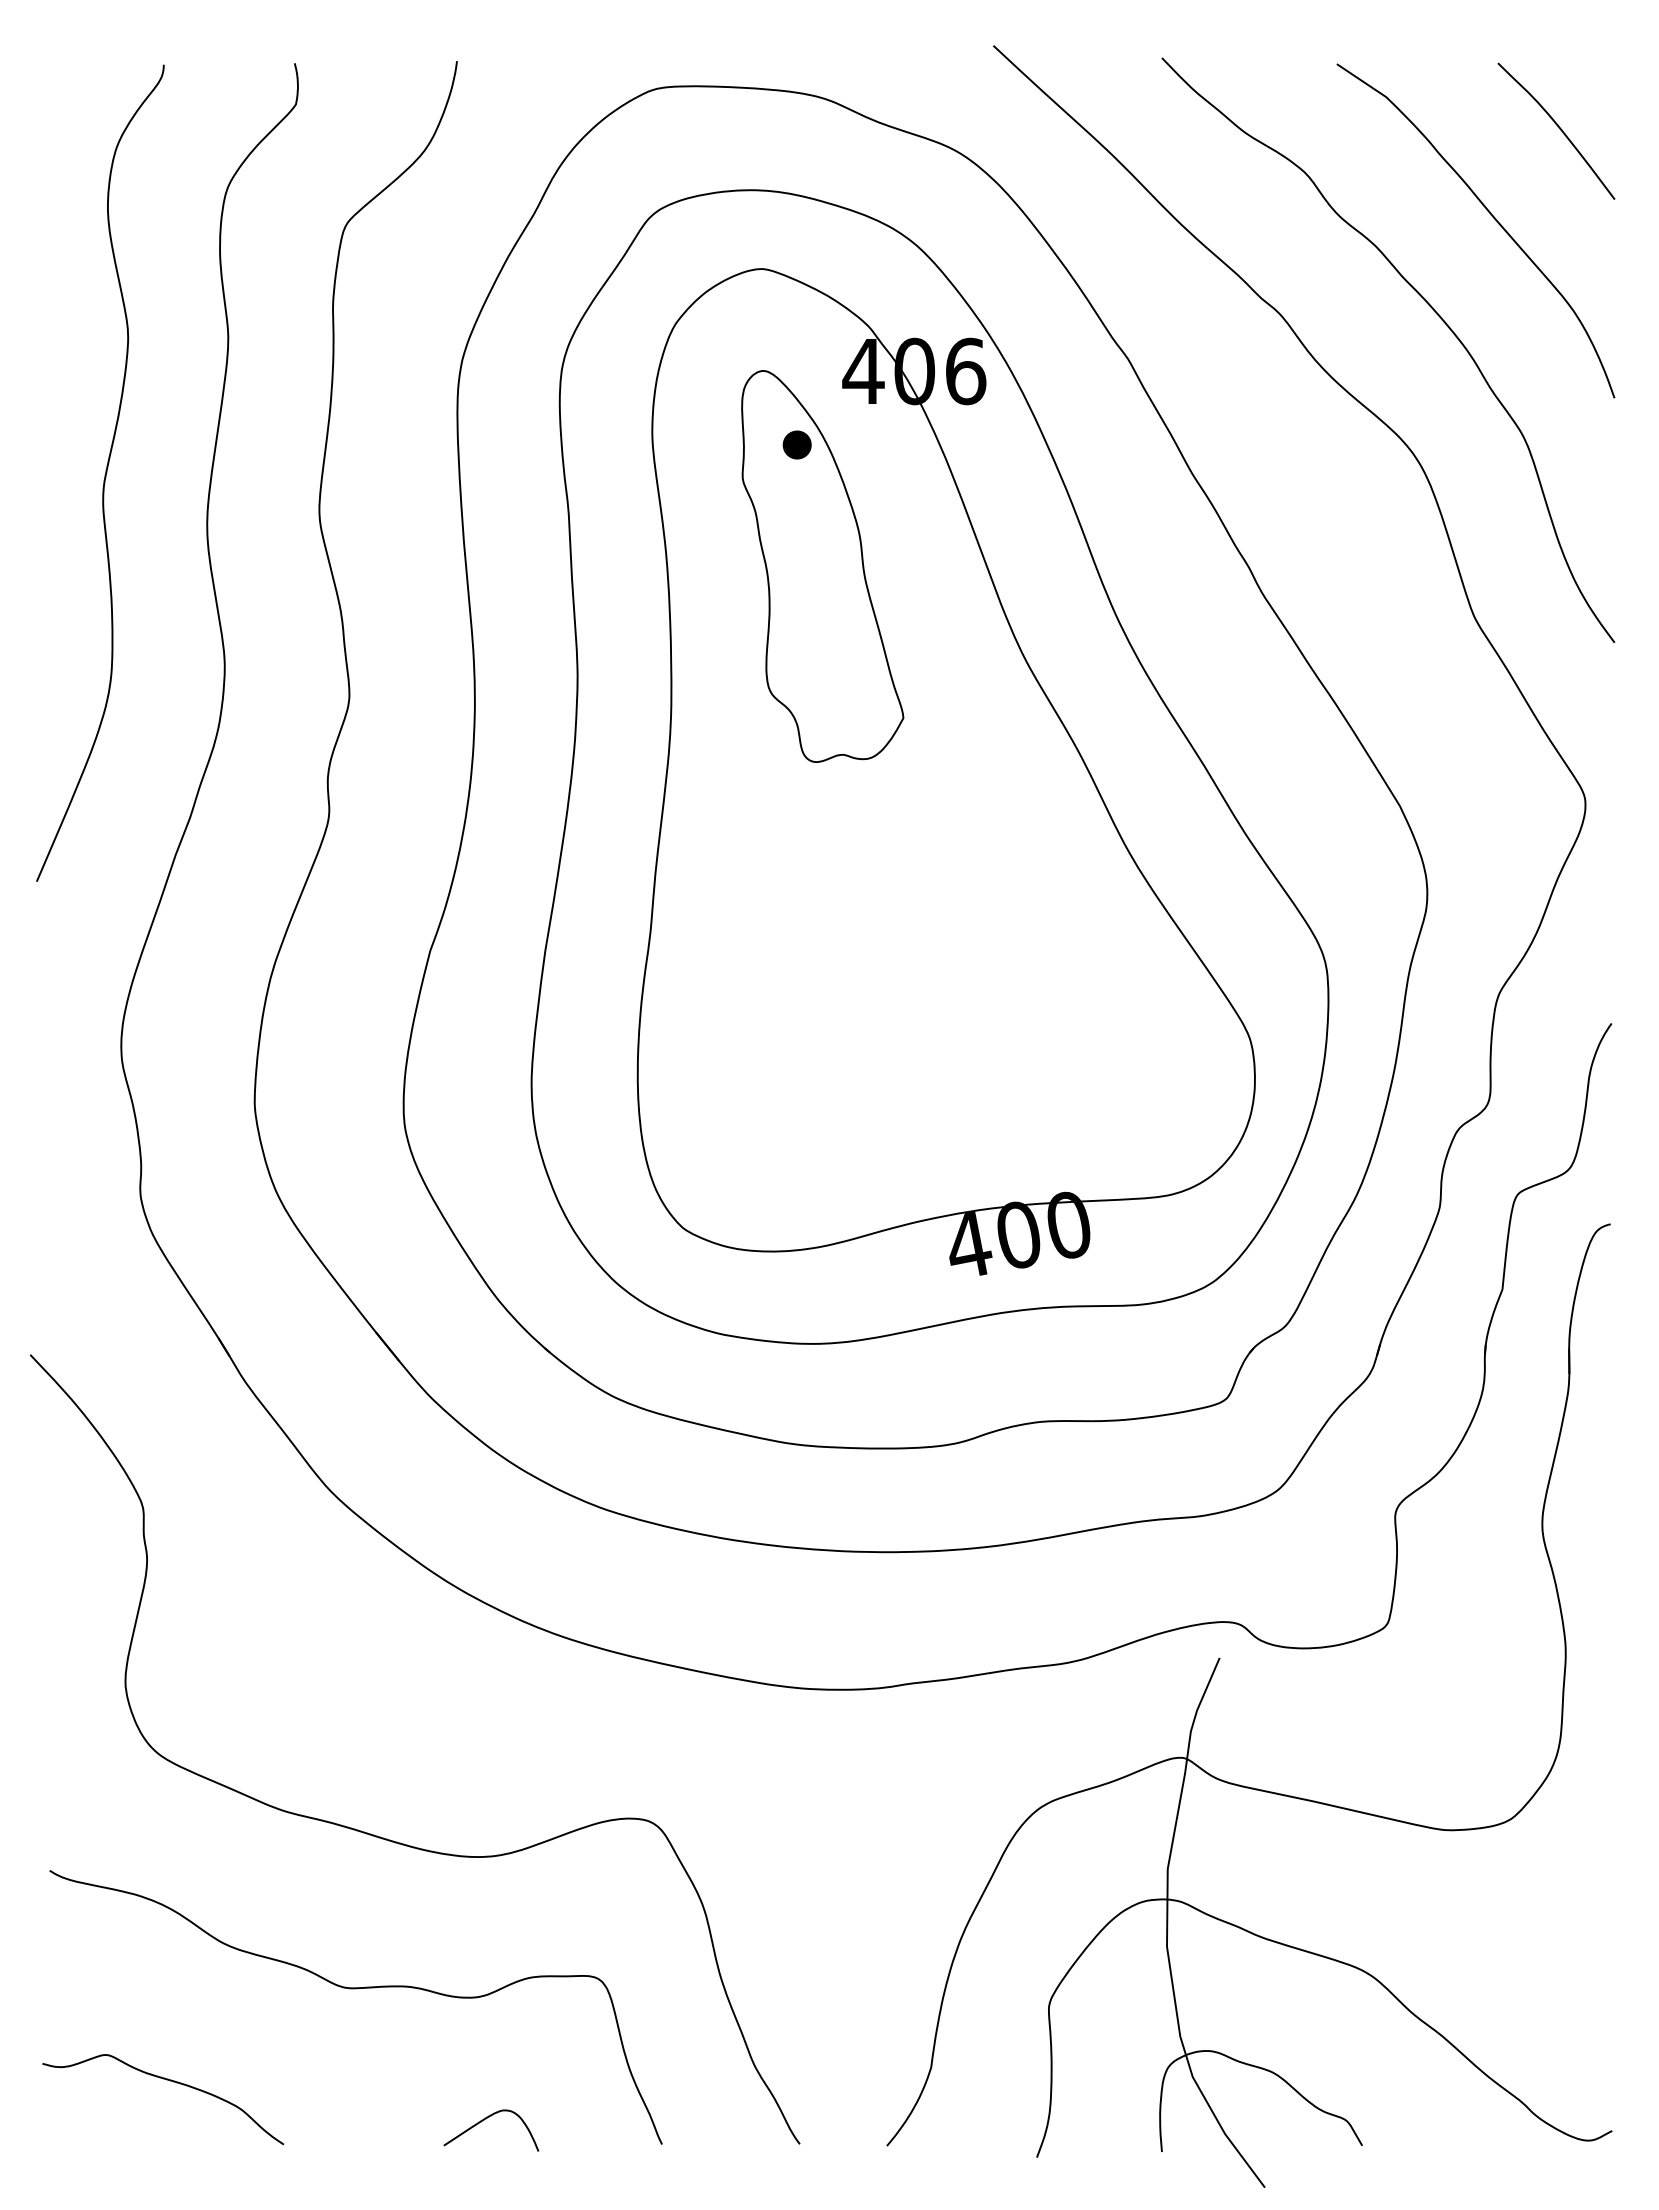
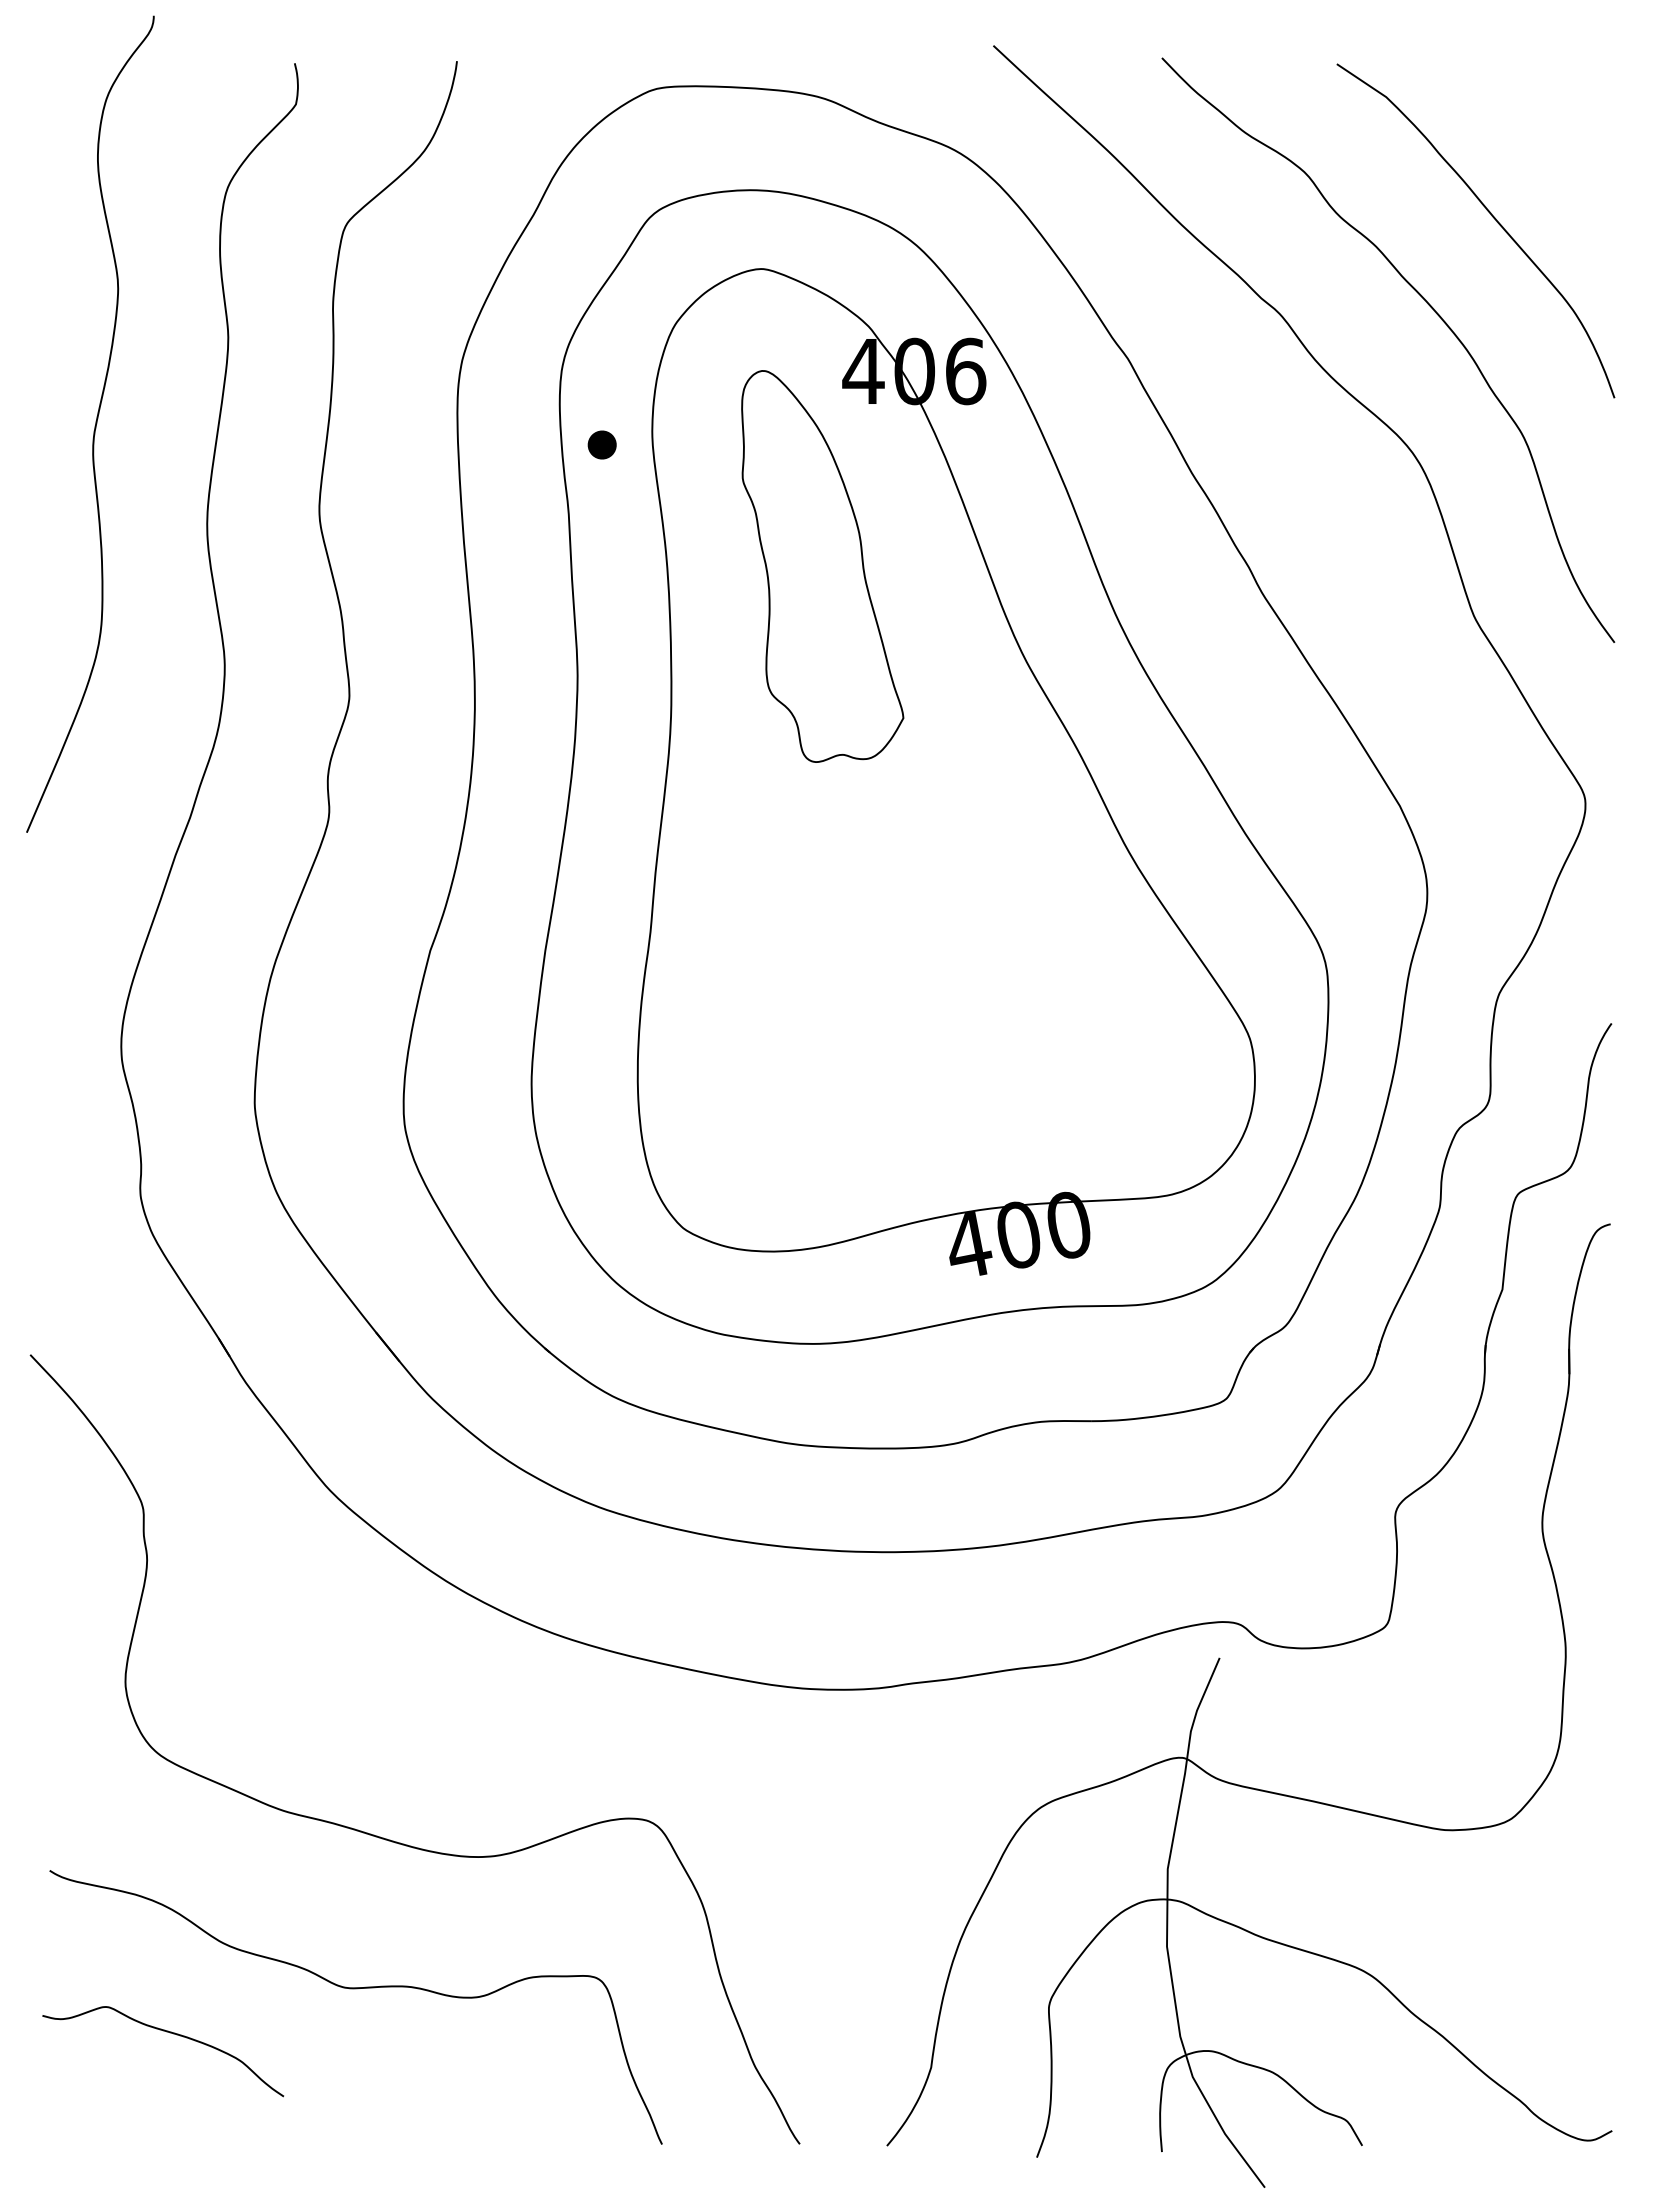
curve at (1558, 128): present -> none
part at (796, 444) position: (796, 444) -> (601, 444)
curve at (105, 472) position: (105, 472) -> (95, 423)
curve at (166, 2080) position: (166, 2080) -> (166, 2032)
curve at (486, 2119): present -> none
